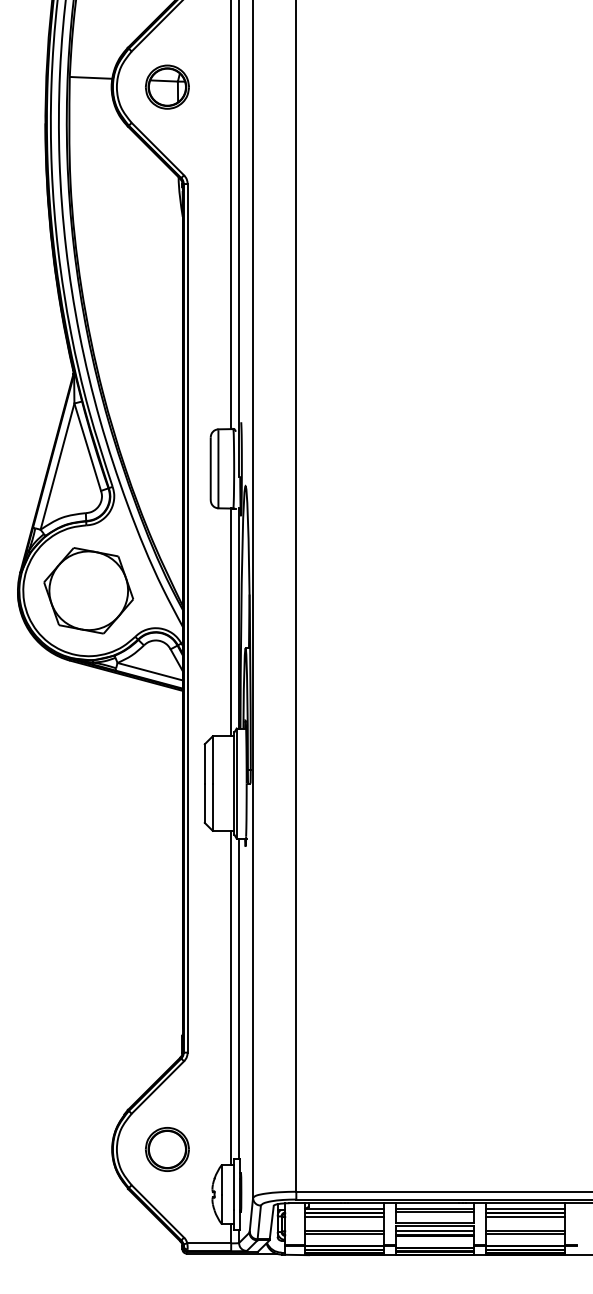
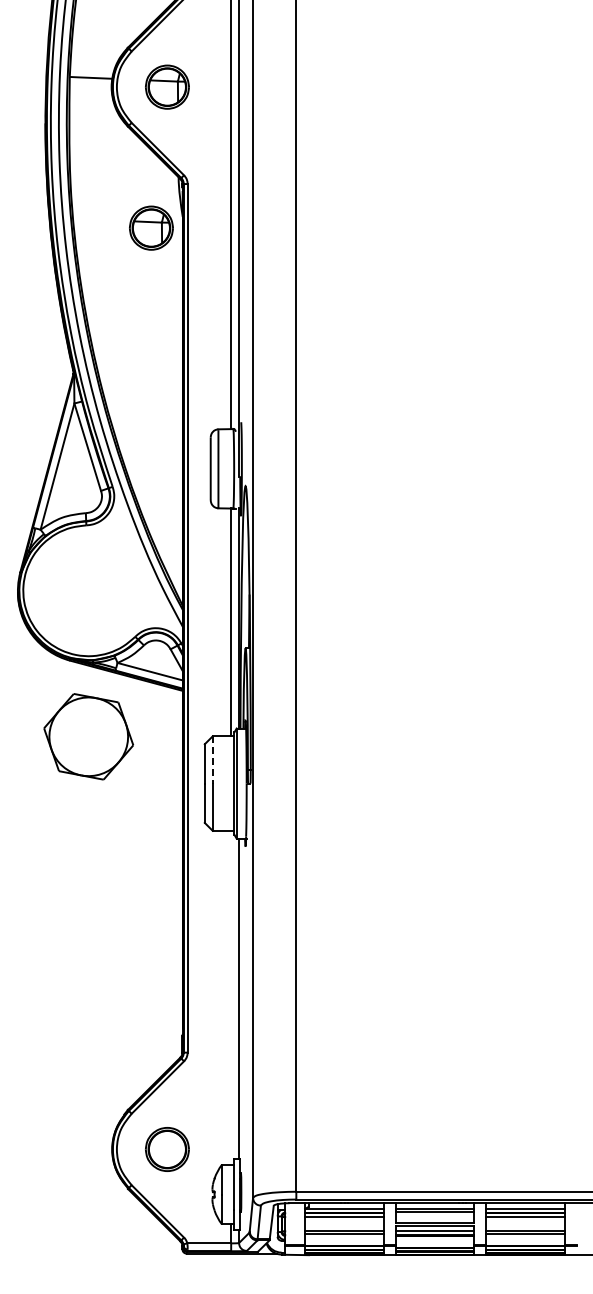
part at (151, 227): none -> present
part at (88, 590) position: (88, 590) -> (88, 736)
line at (212, 759): solid -> dashed
line at (231, 997): present -> none
